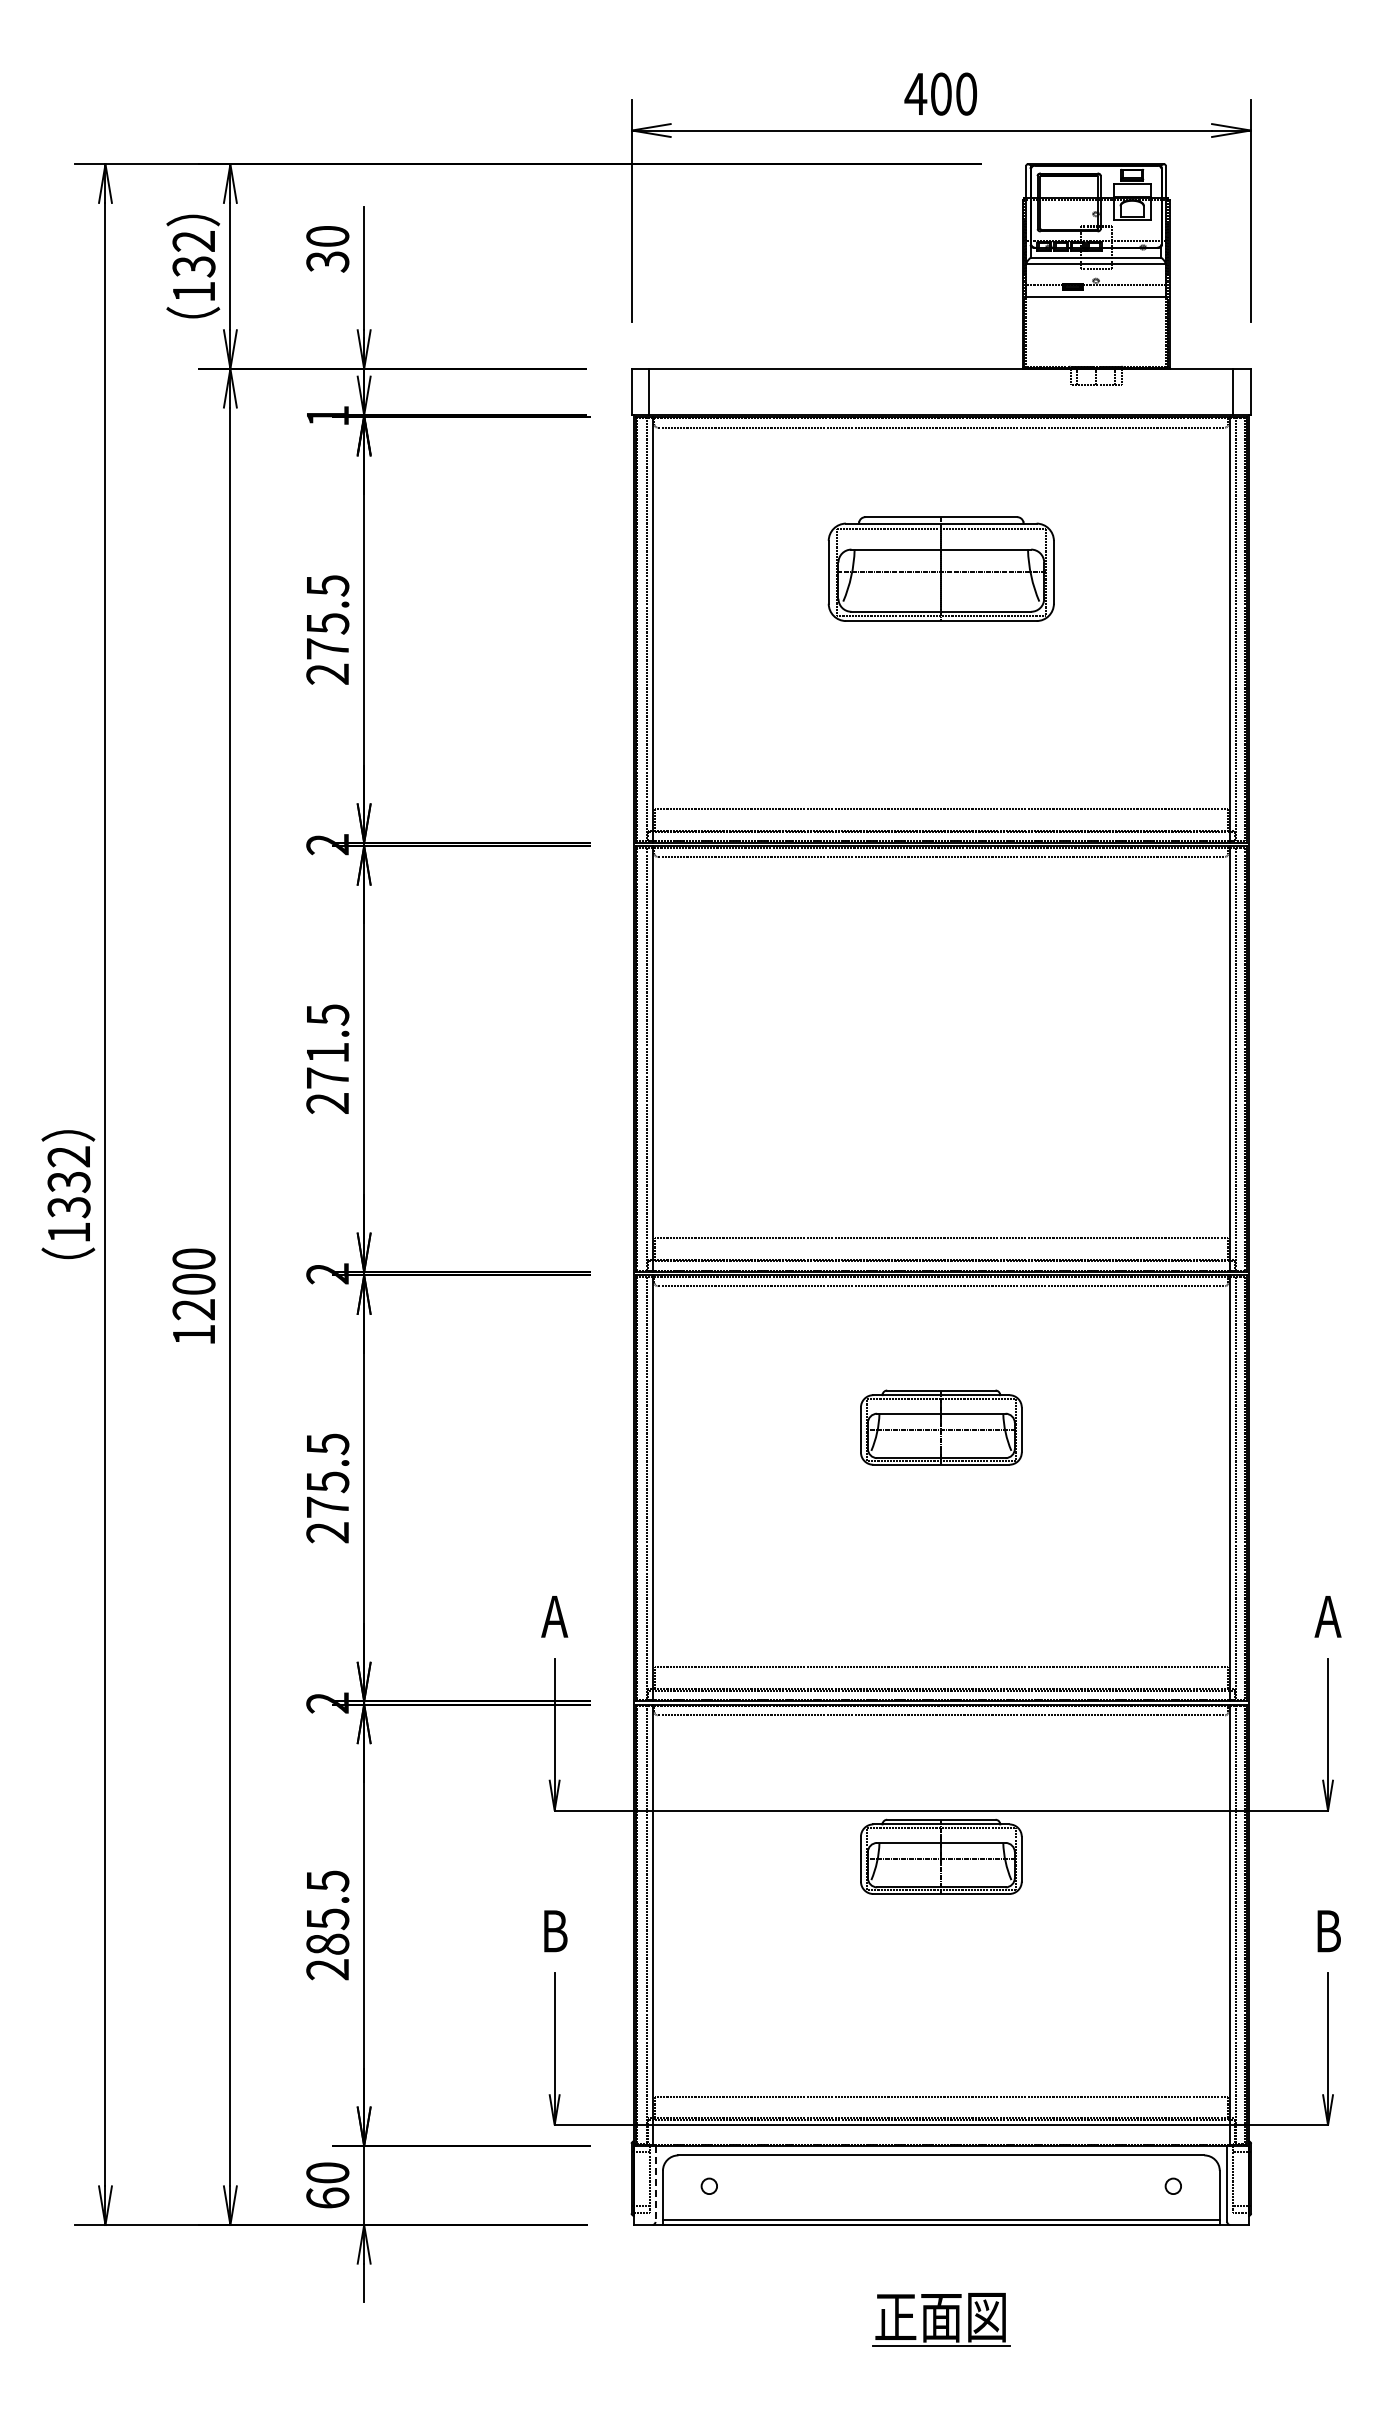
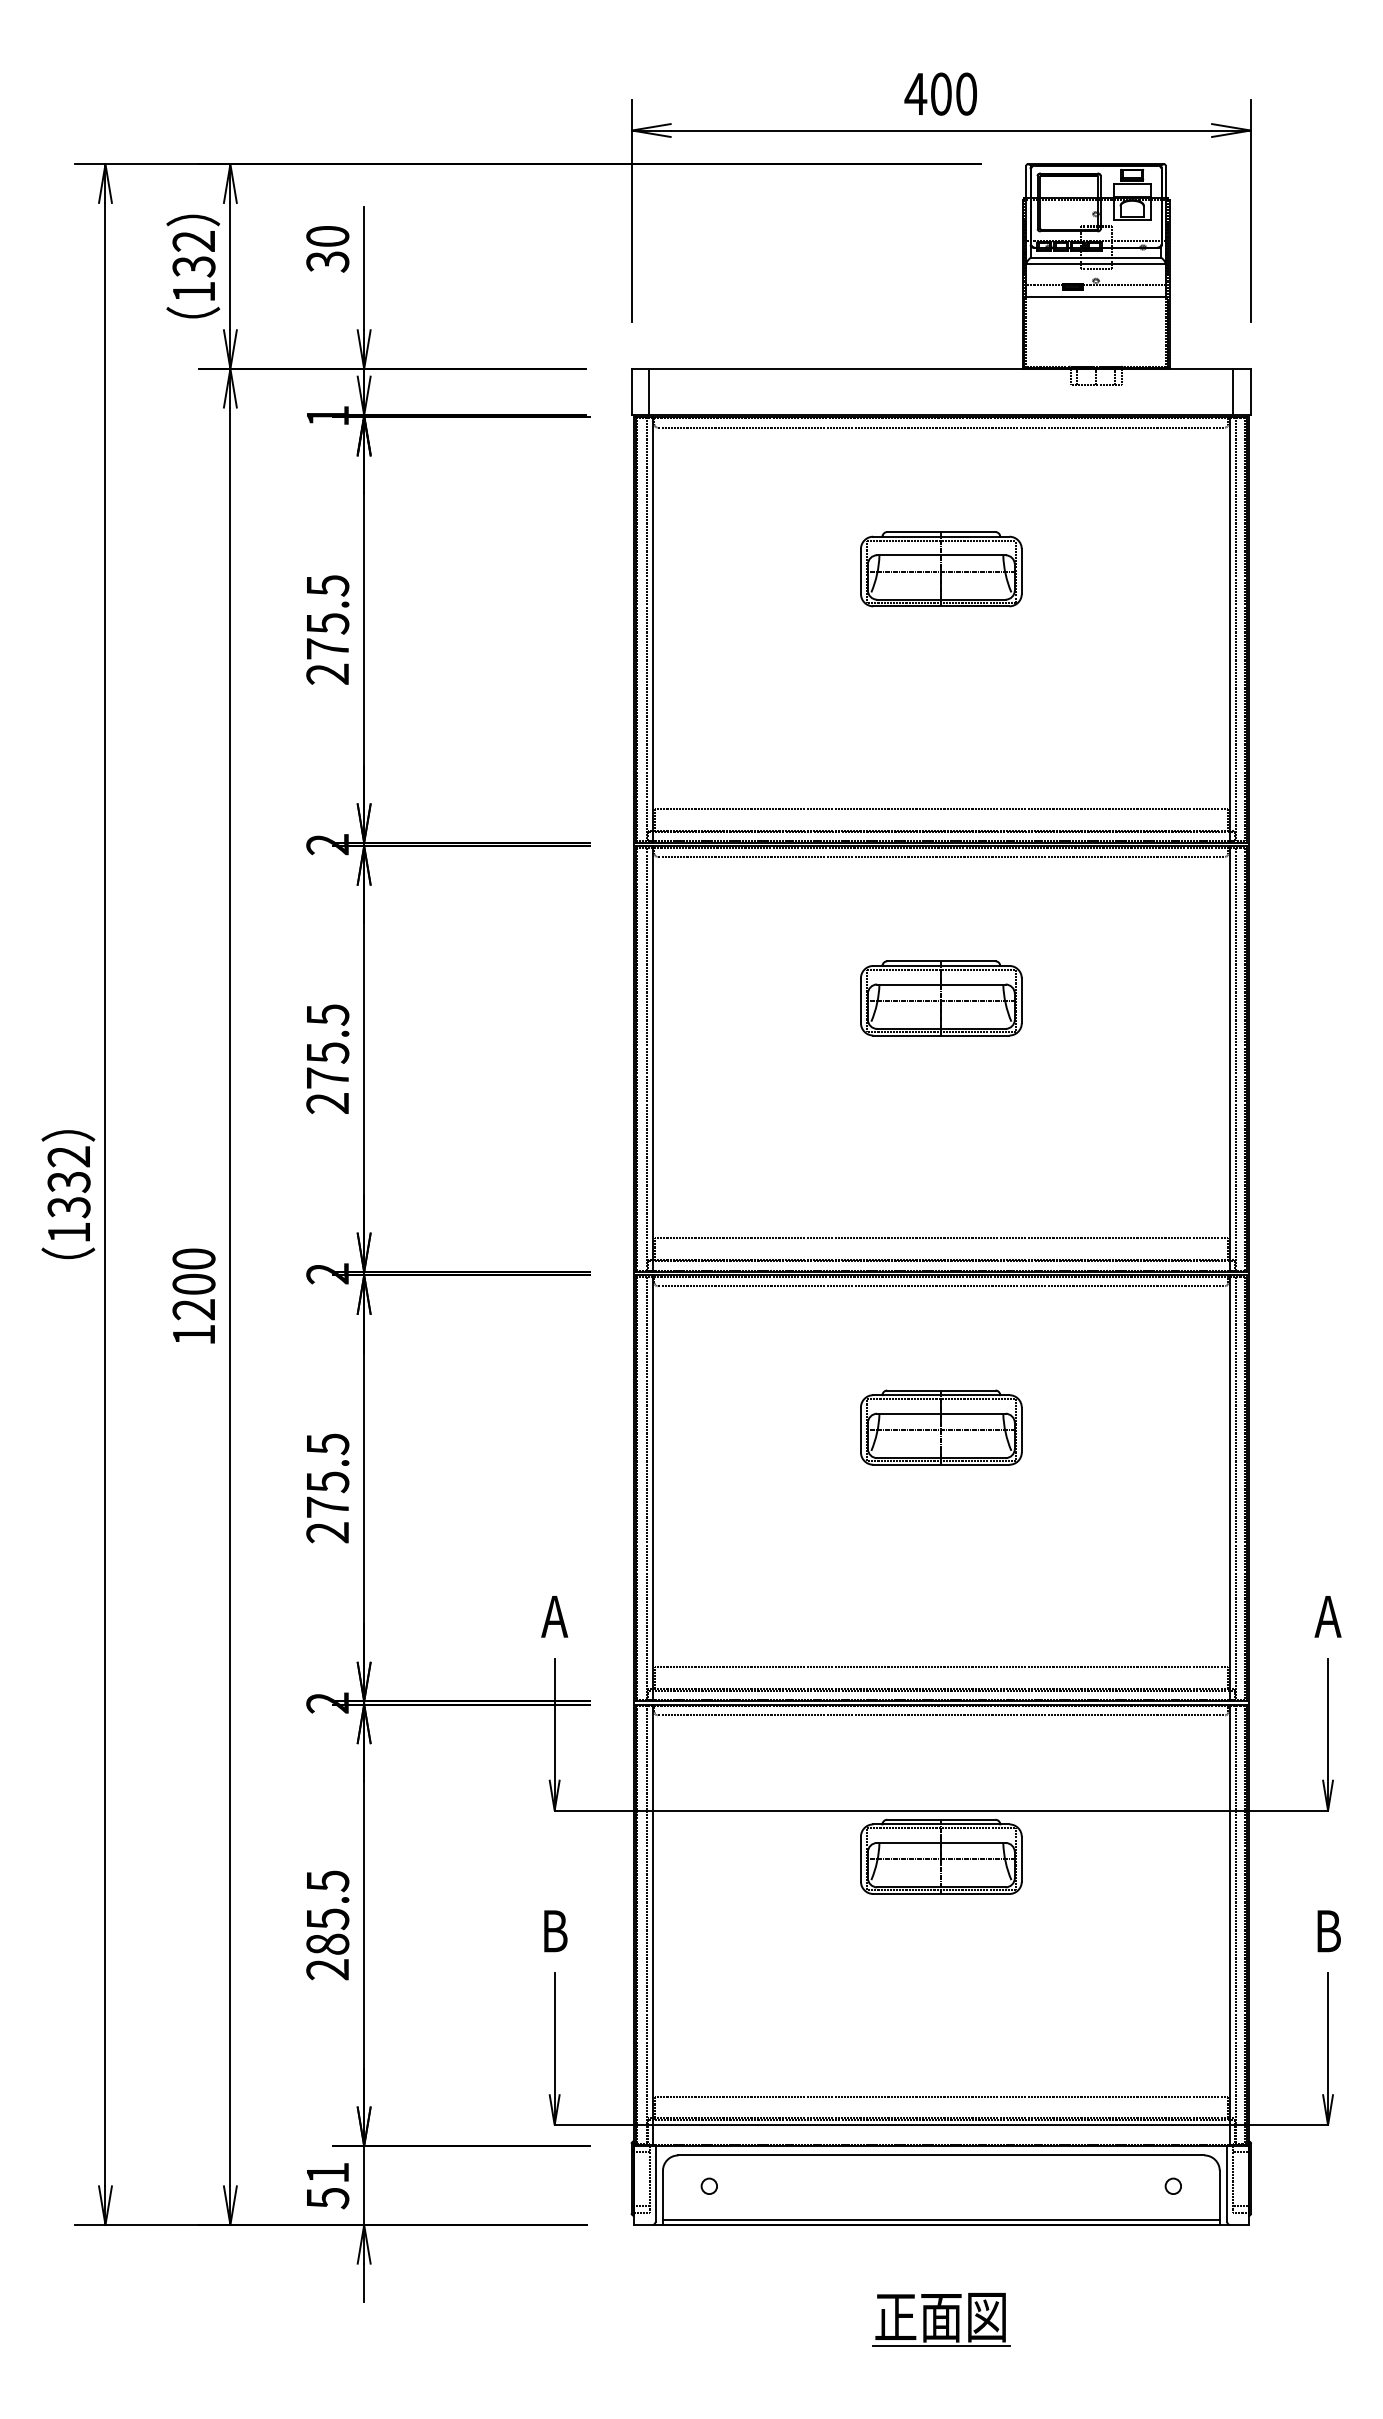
part at (940, 568) size: 228x106 px -> 163x77 px
part at (941, 998): none -> present
text at (328, 1052): 271.5 -> 275.5
line at (655, 2184): dashed -> solid
text at (327, 2185): 60 -> 51
